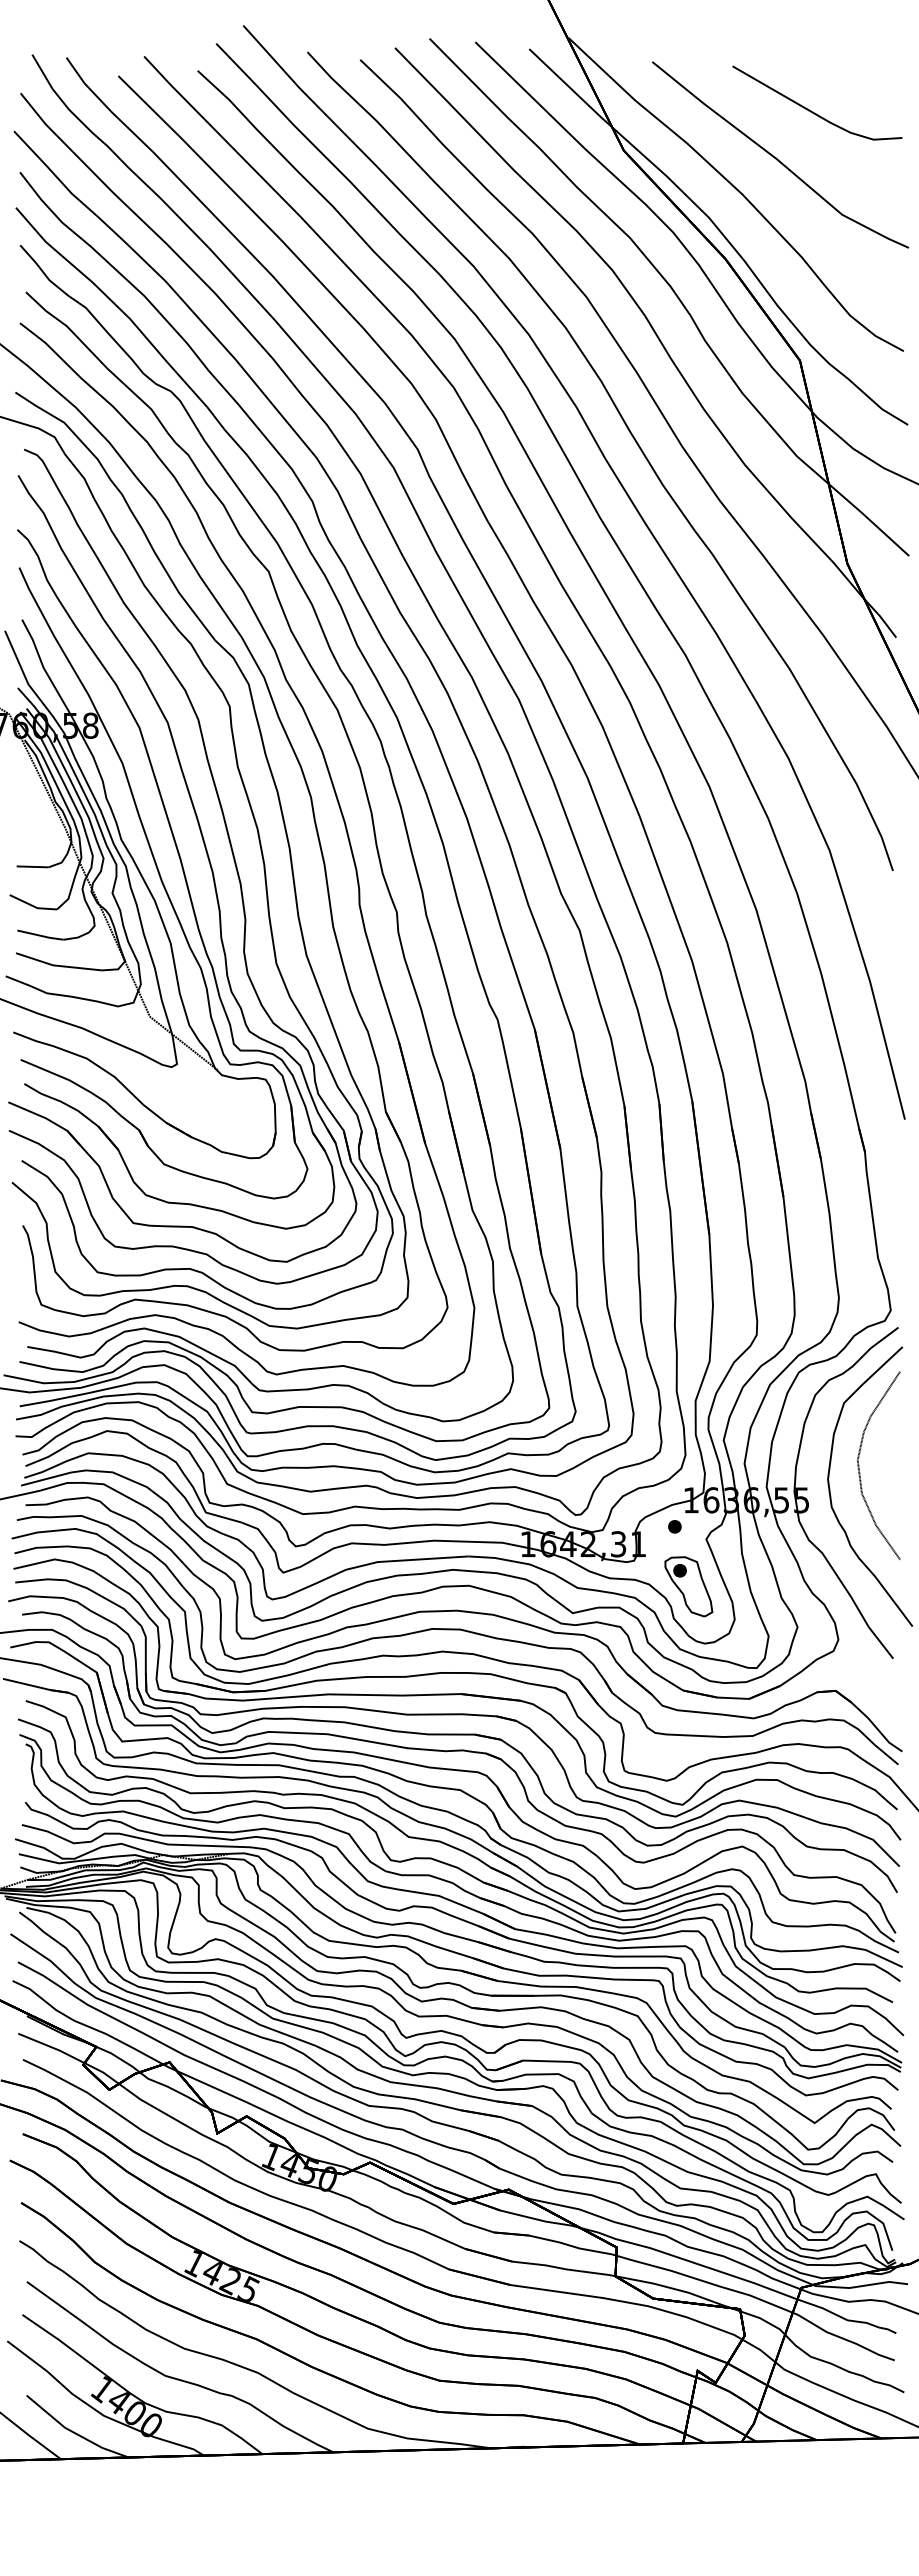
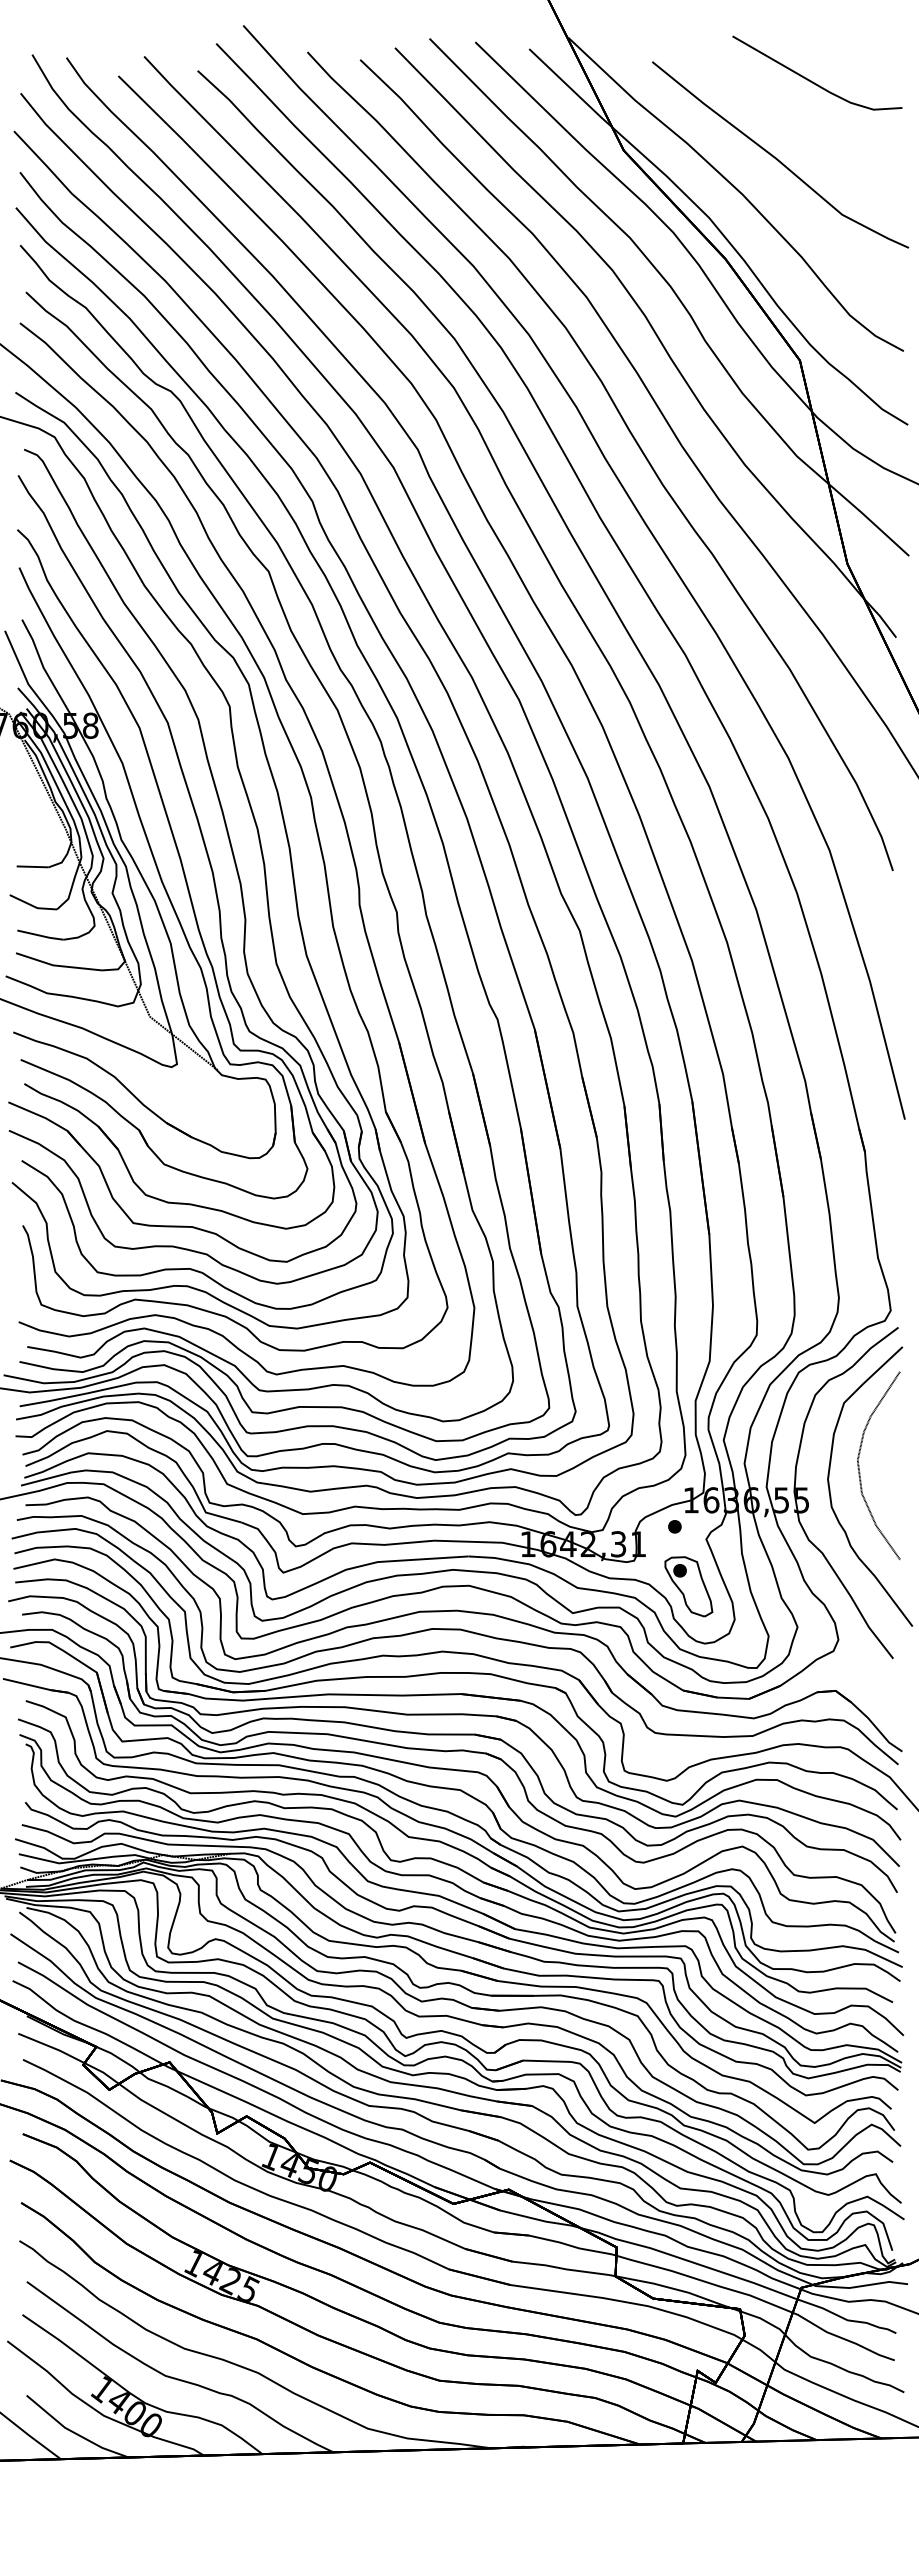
line at (813, 111) position: (813, 111) -> (813, 81)
